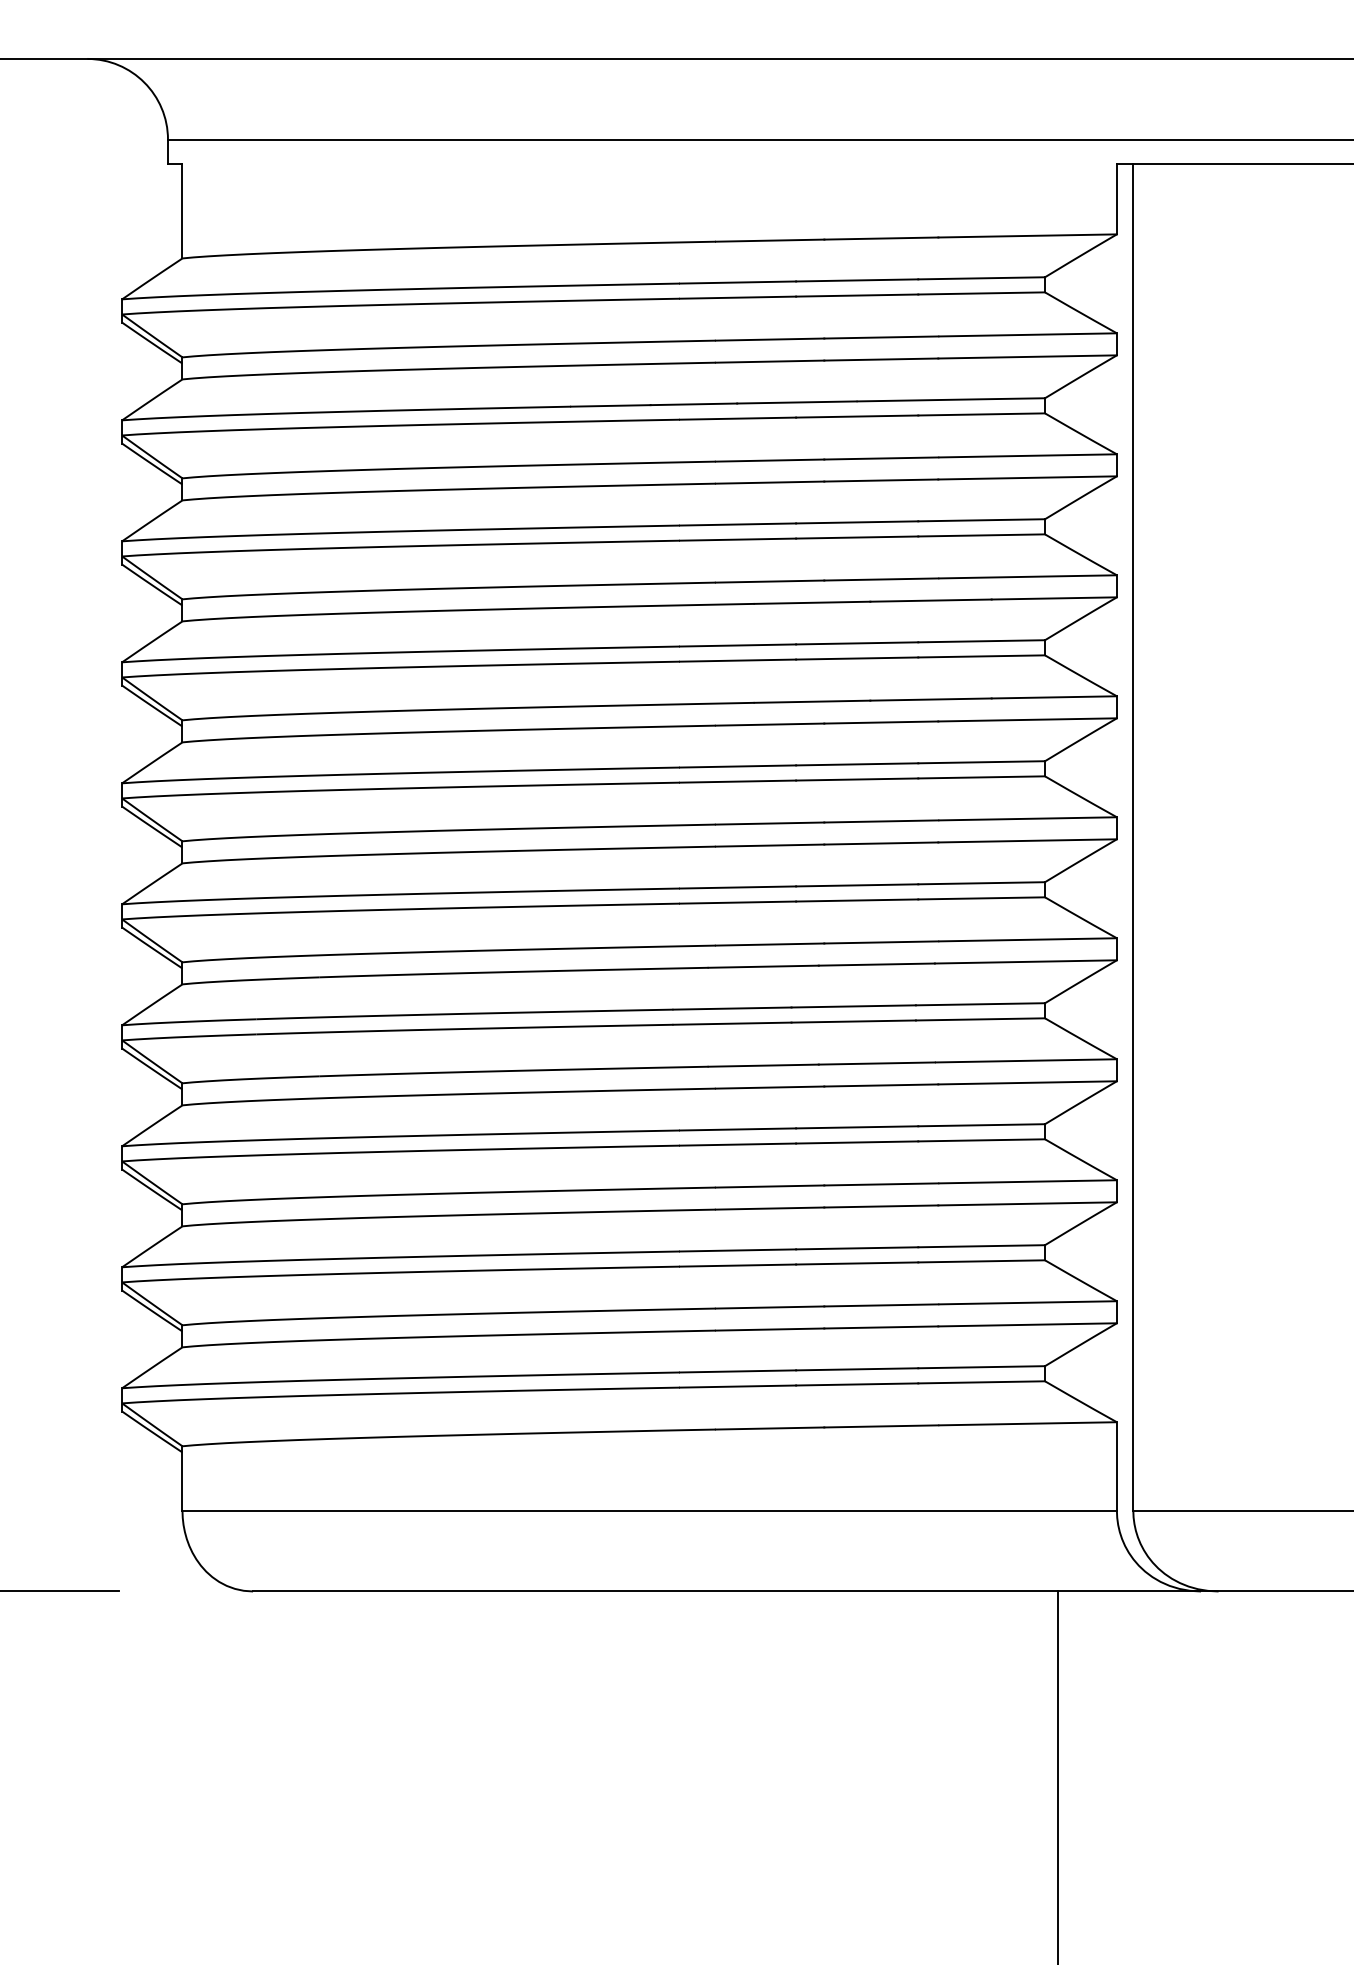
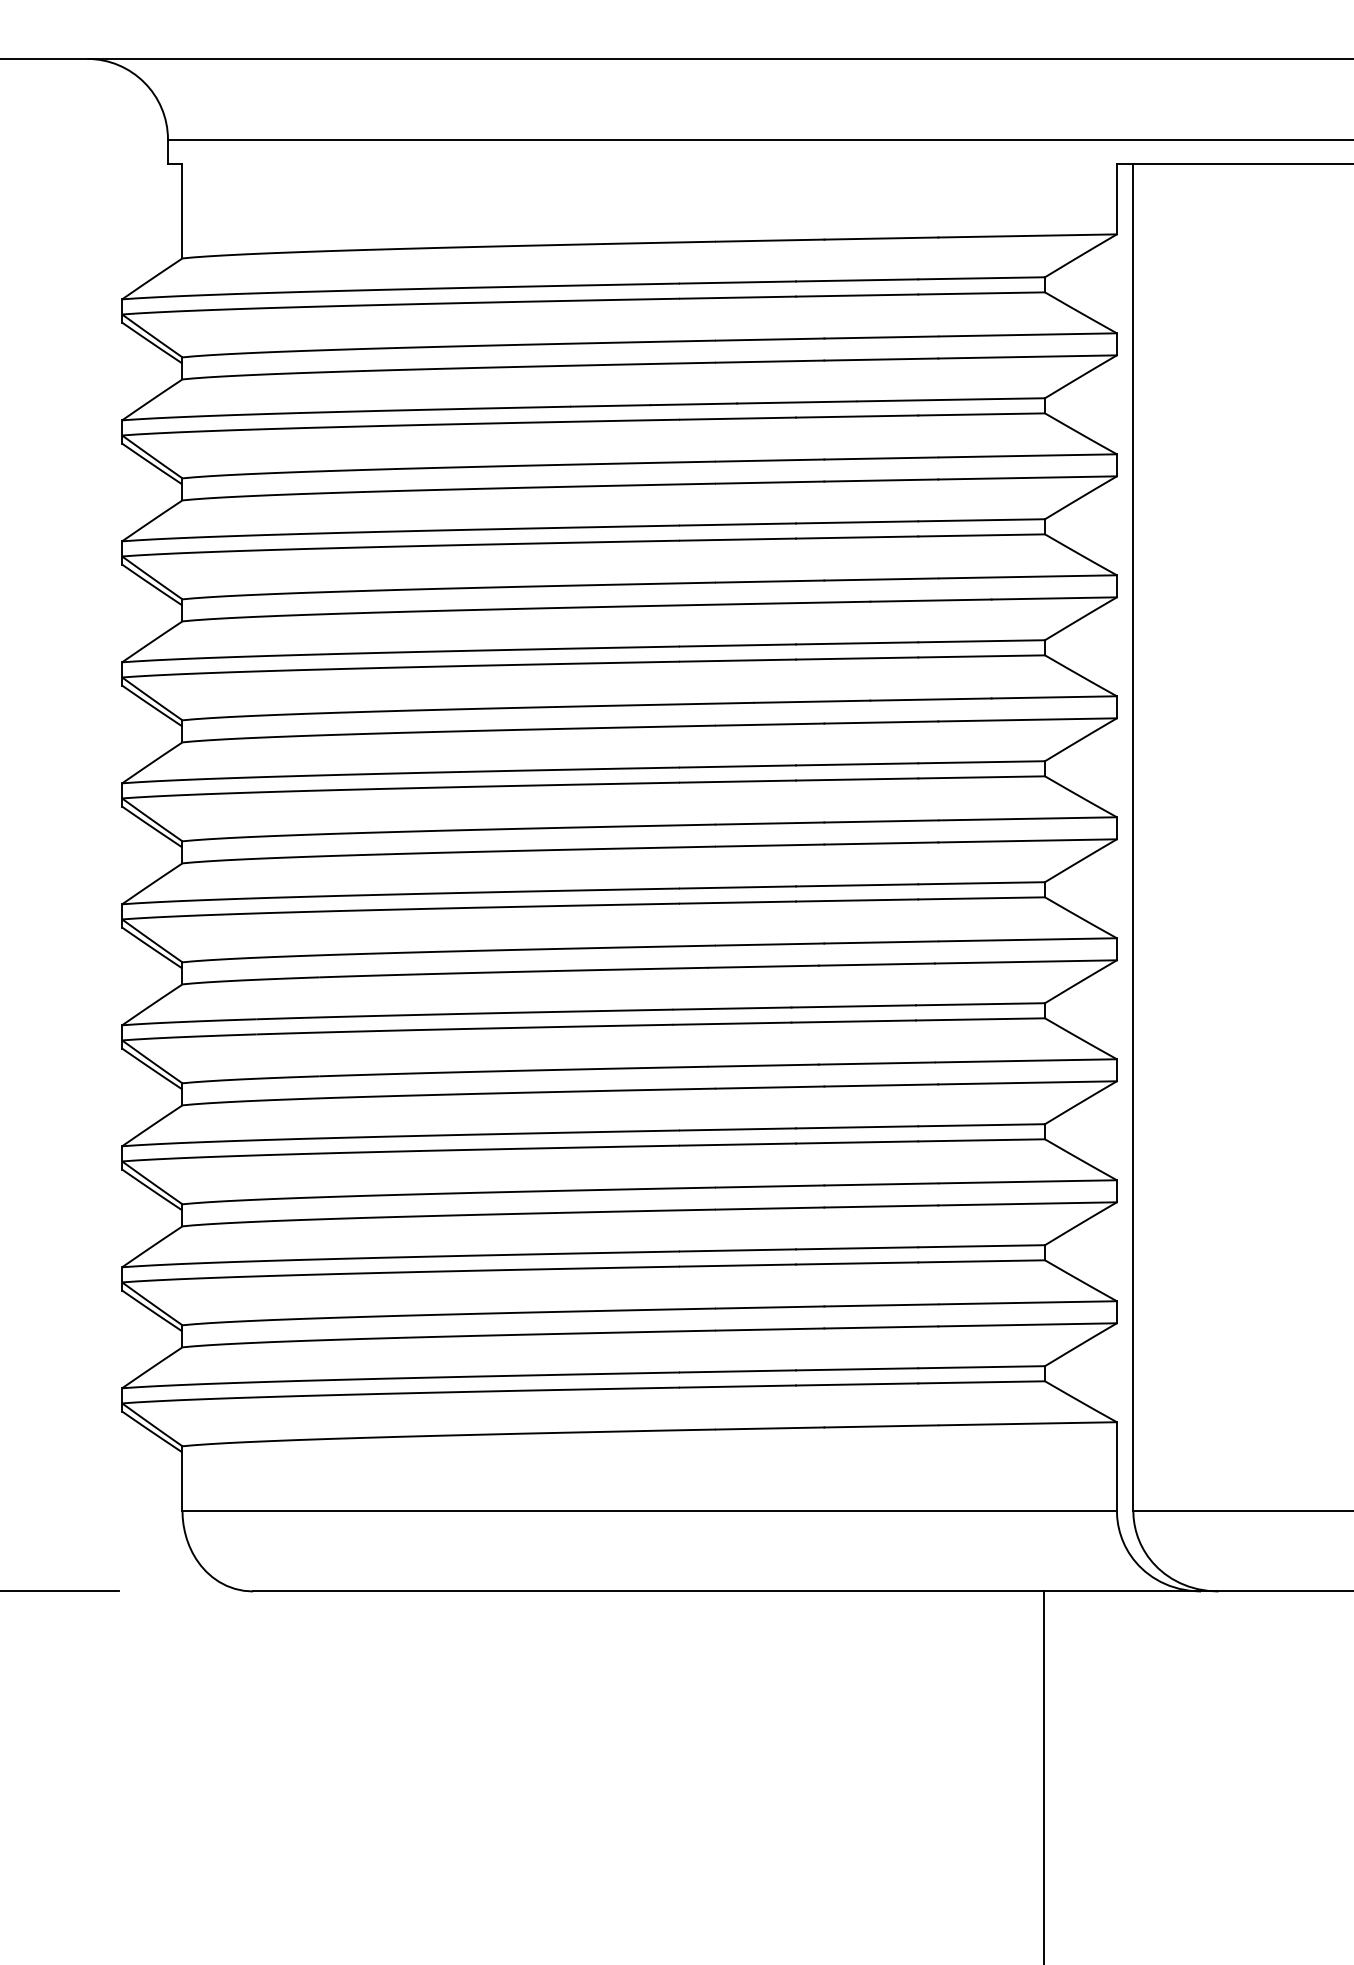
line at (1058, 1776) position: (1058, 1776) -> (1044, 1776)
